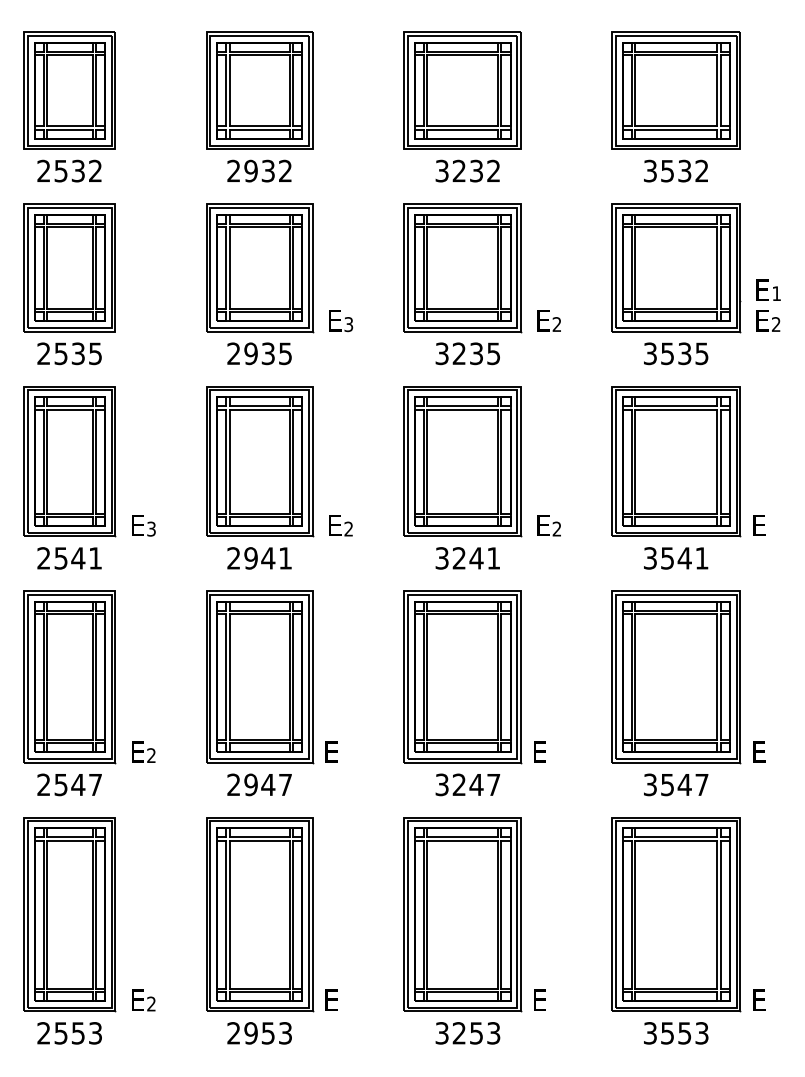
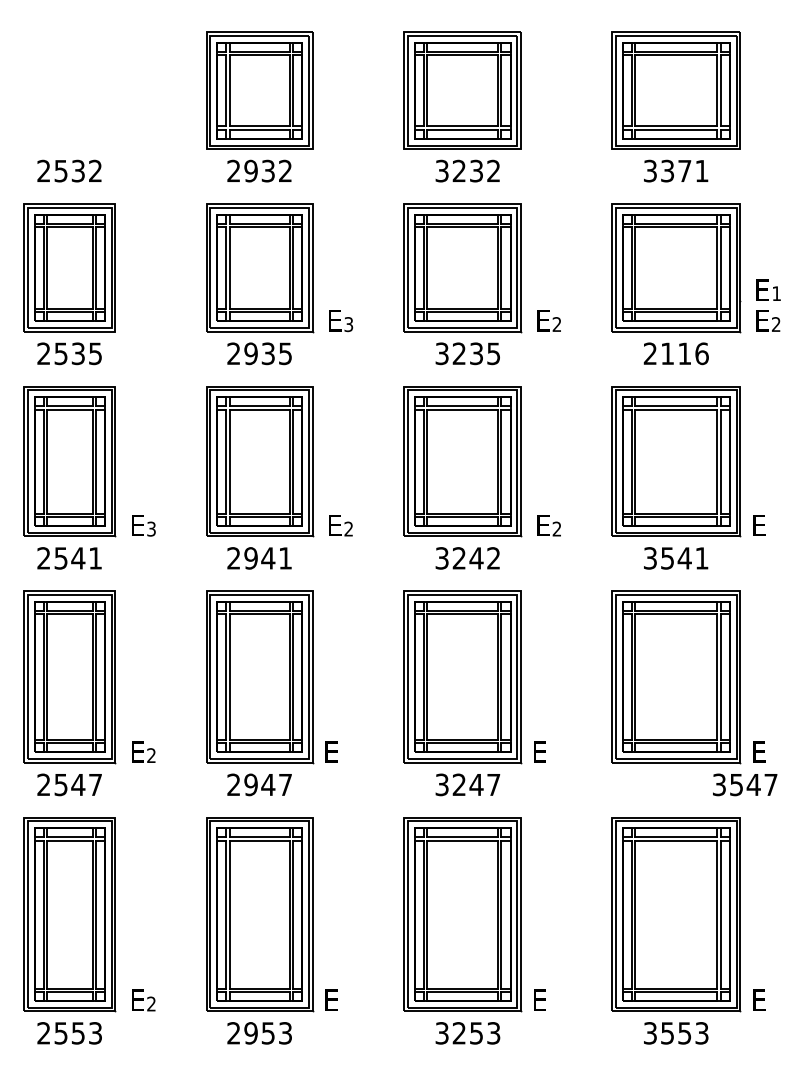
part at (69, 90): present -> none
text at (684, 170): 3532 -> 3371
text at (675, 353): 3535 -> 2116
text at (493, 558): 3241 -> 3242
text at (676, 784) position: (676, 784) -> (745, 784)
